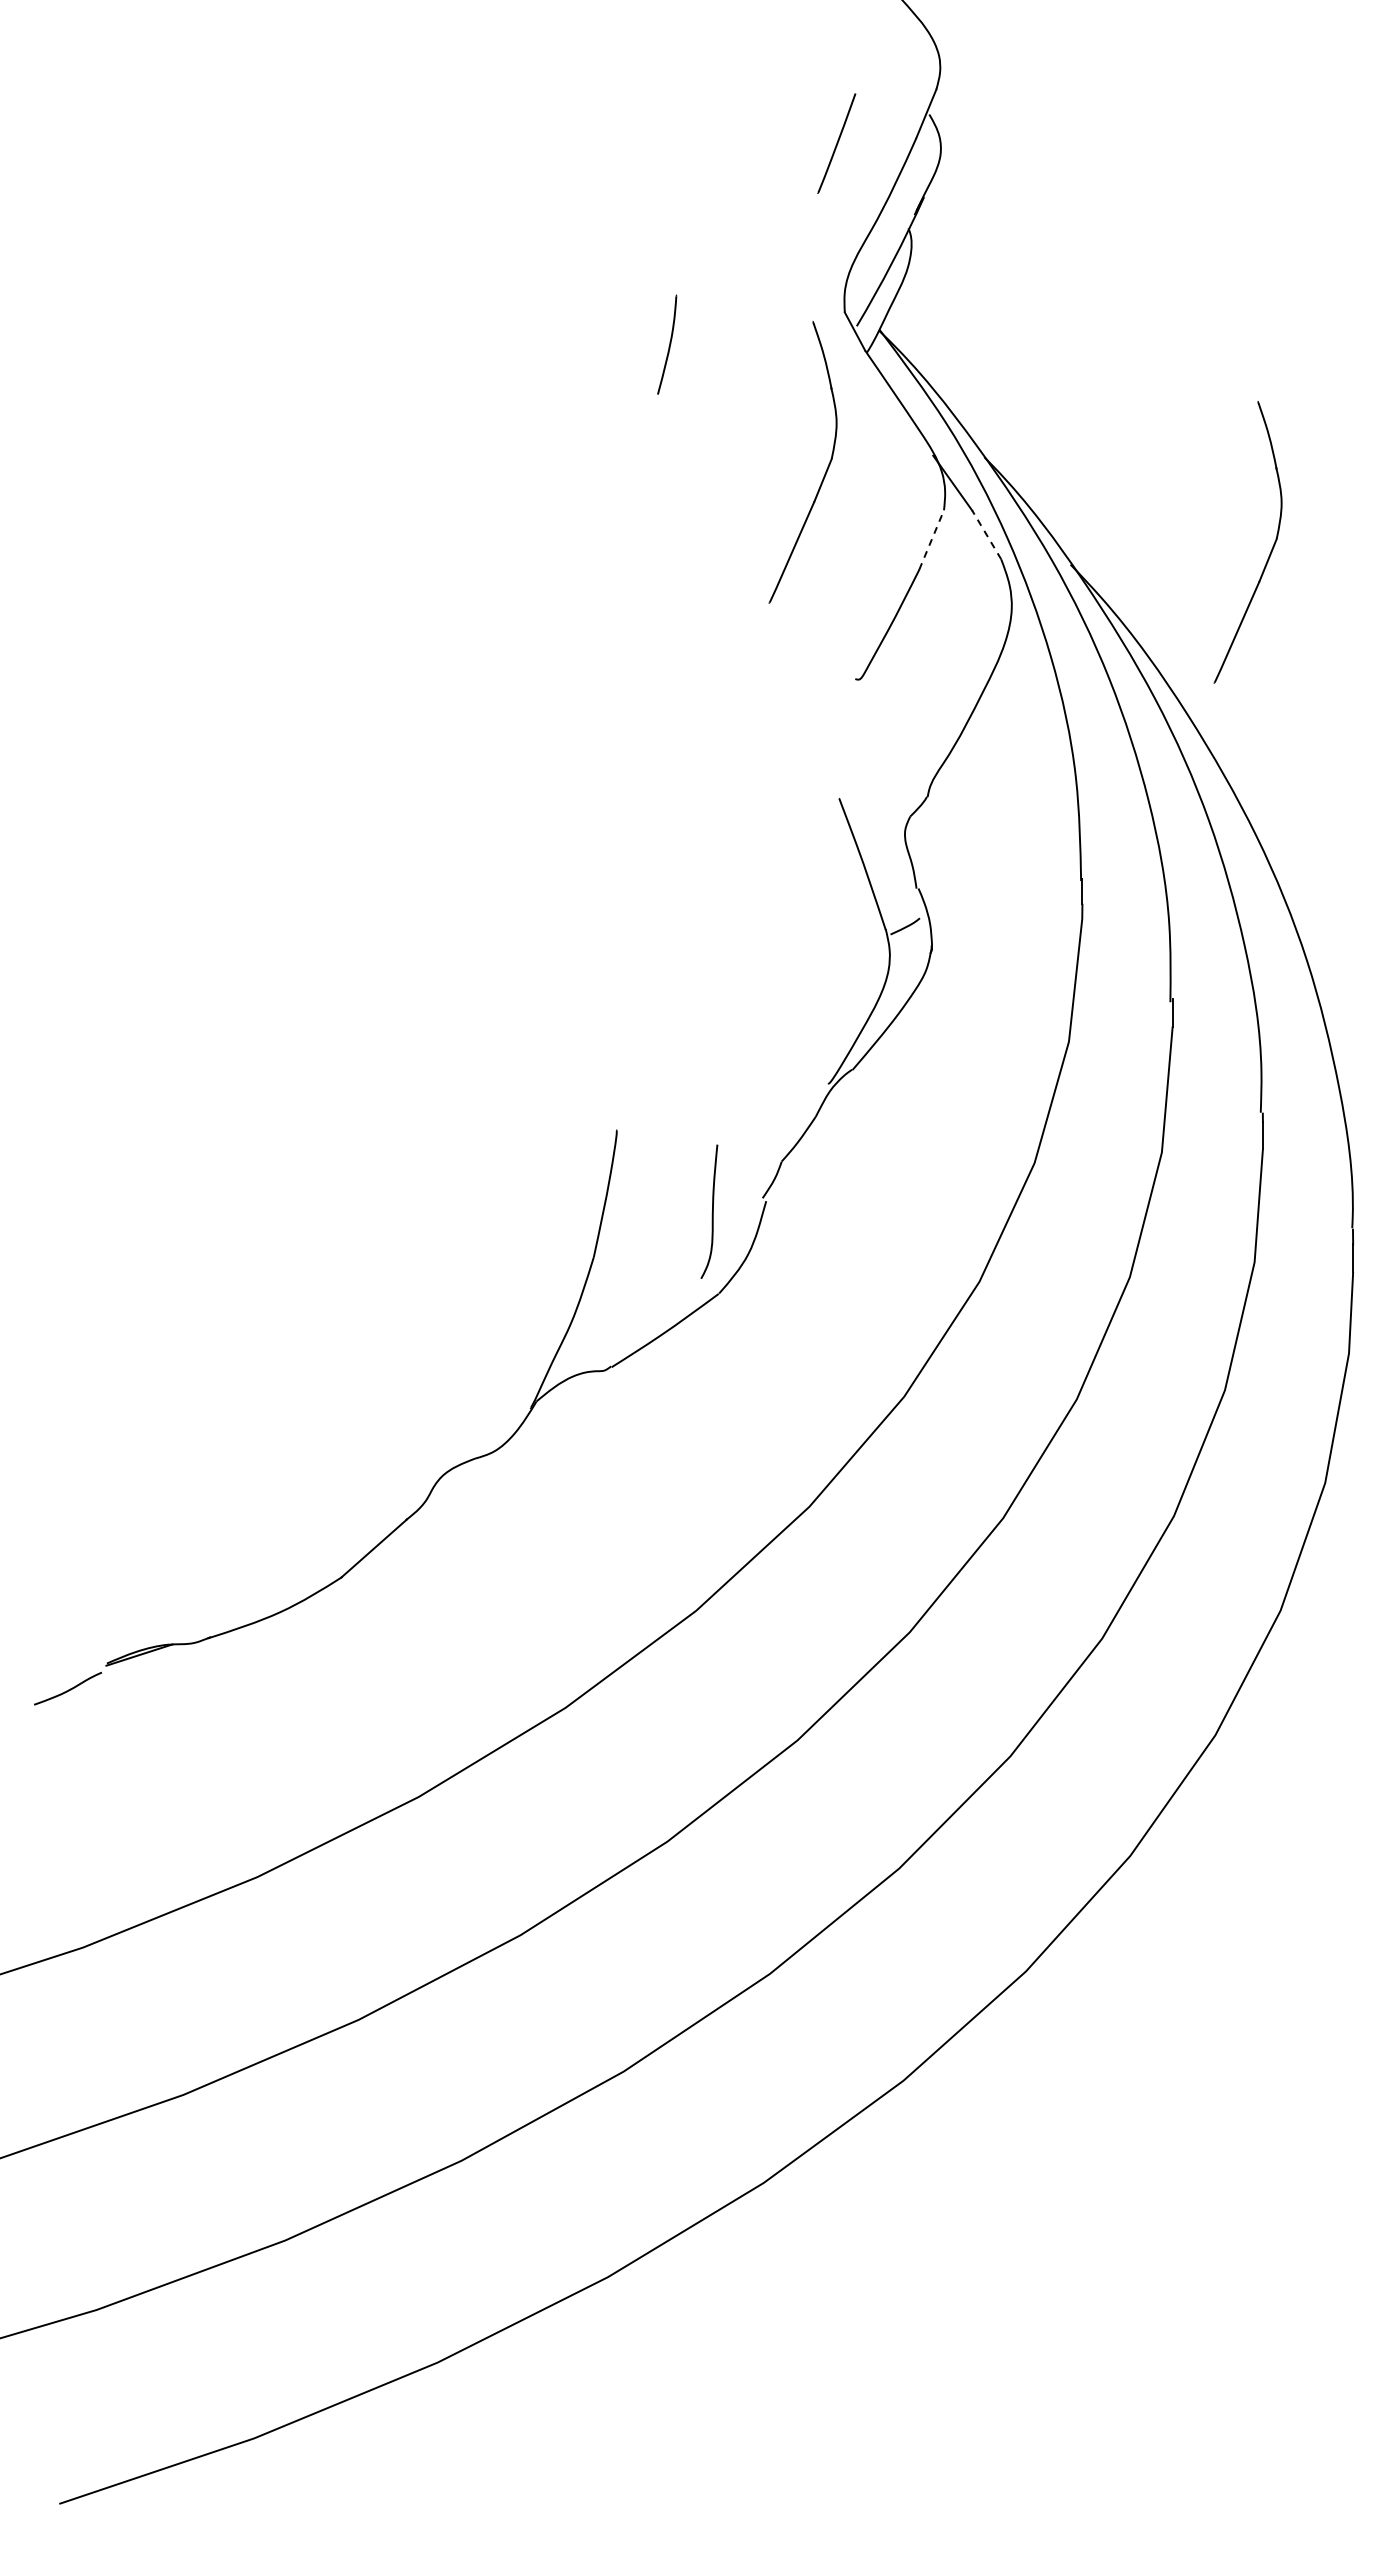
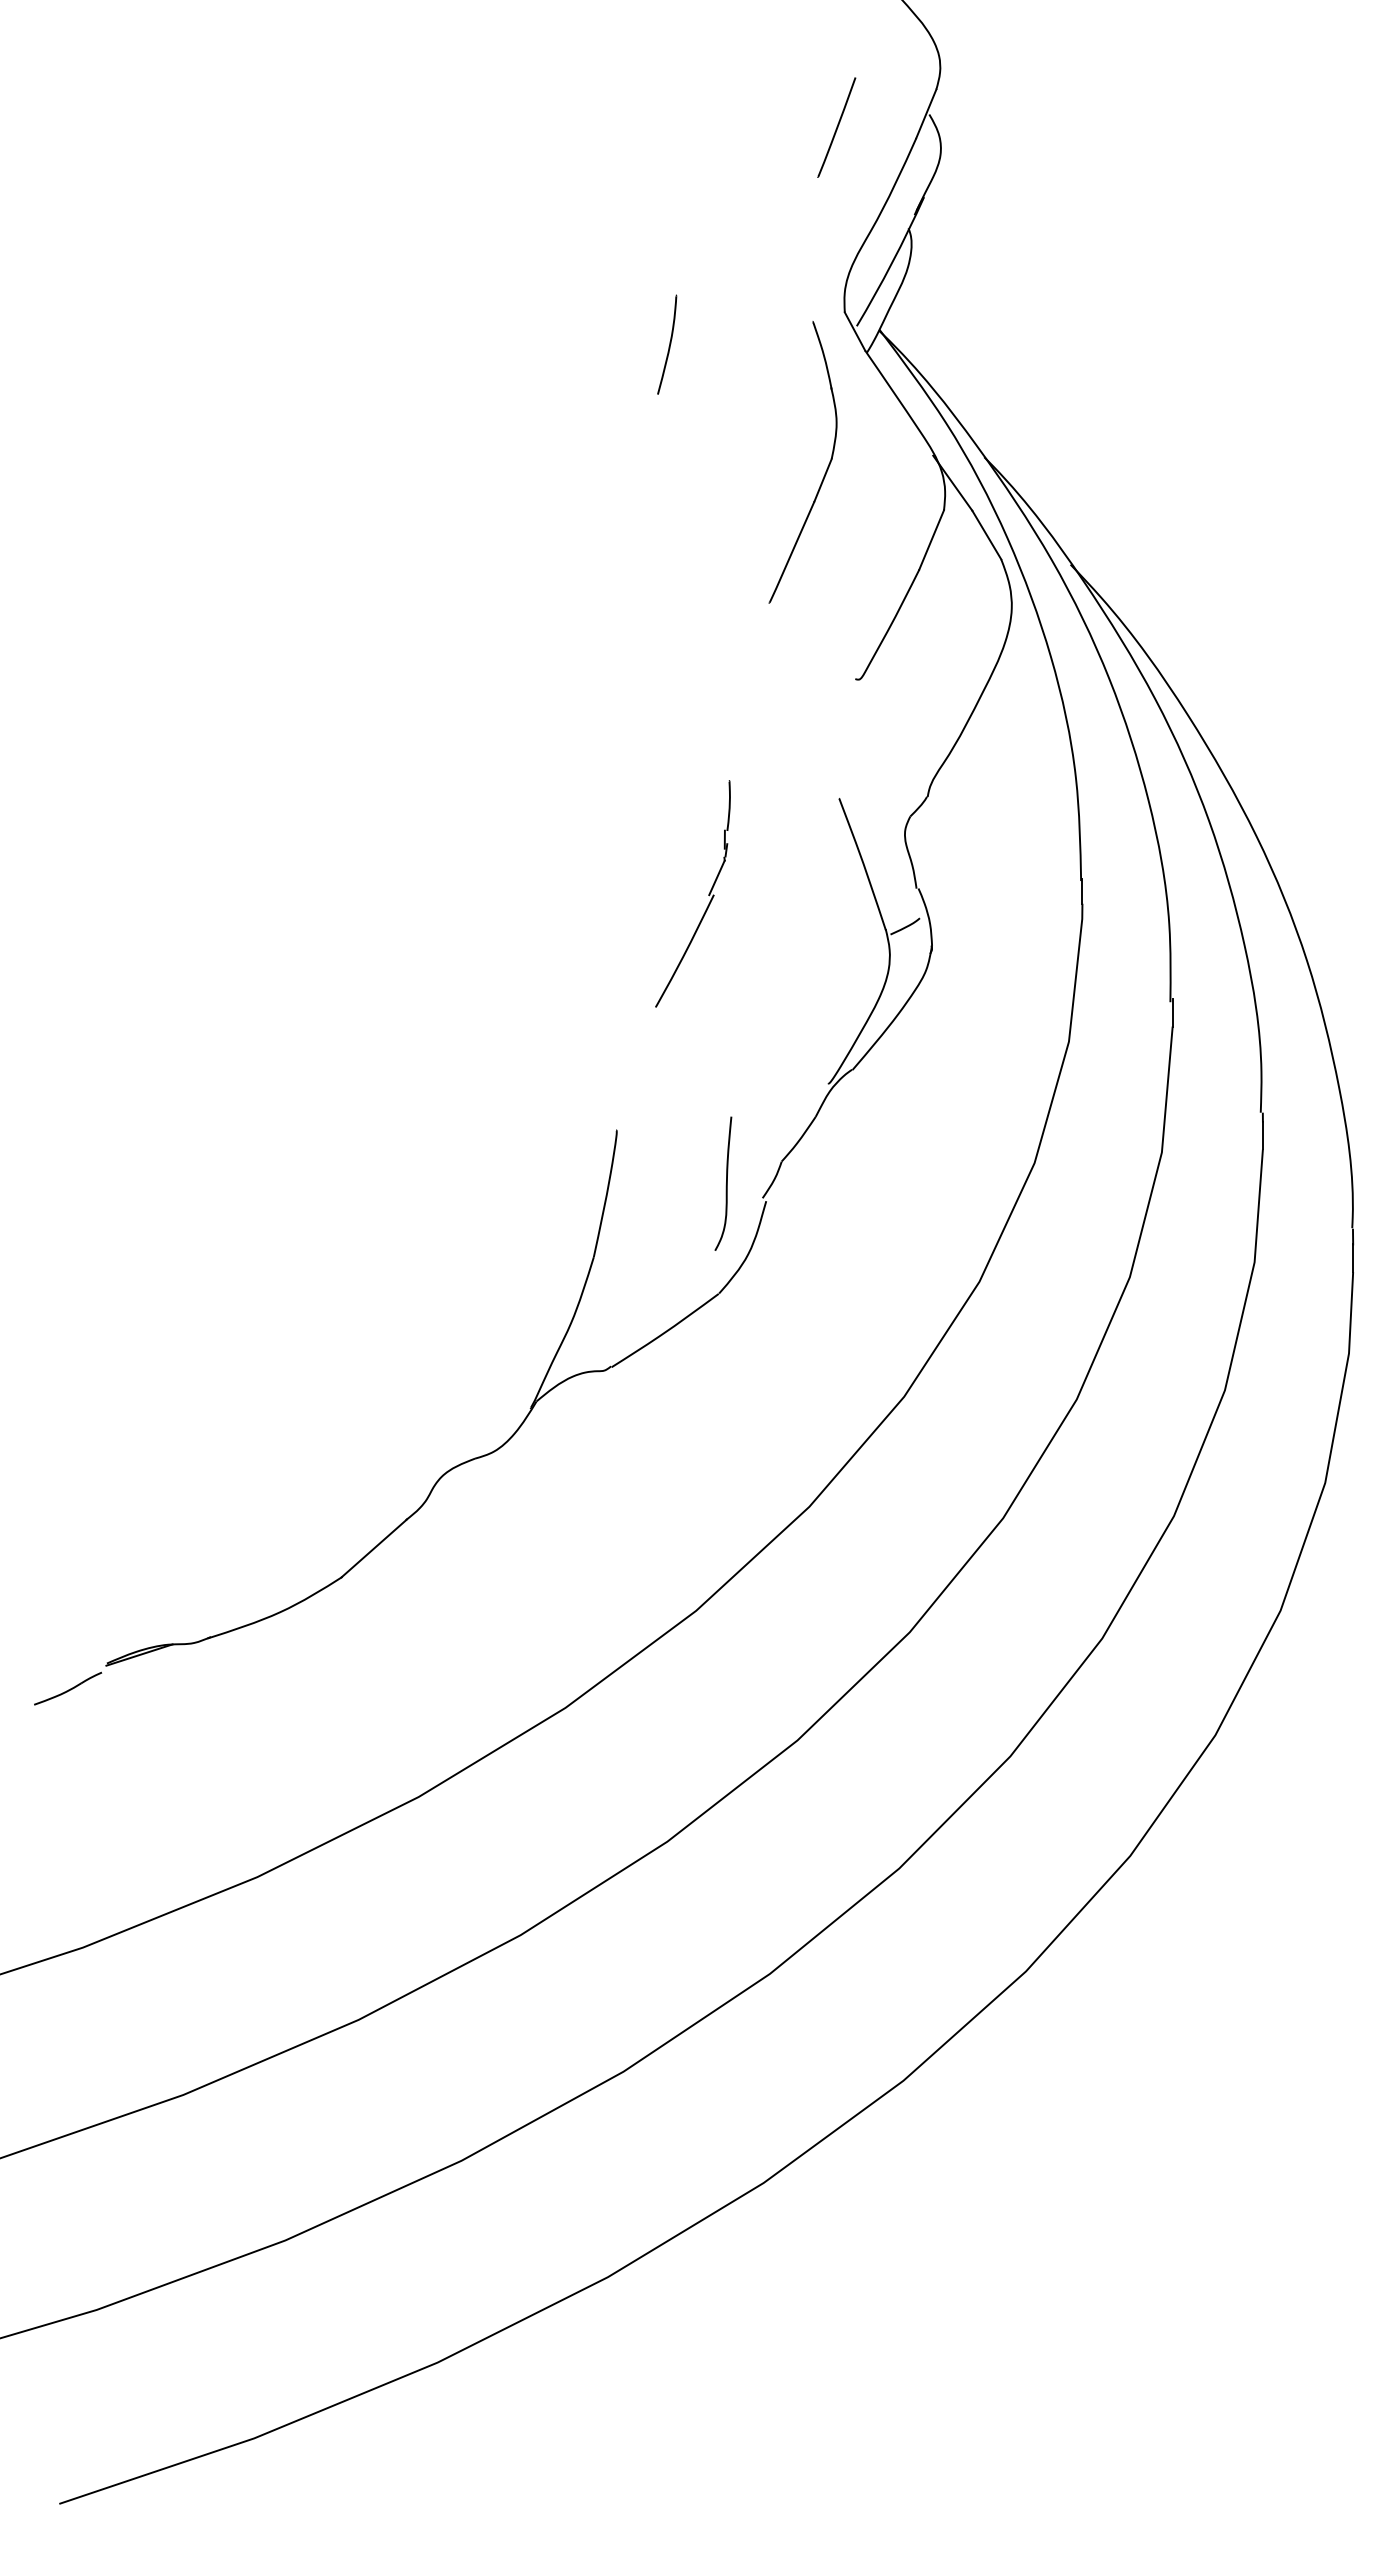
line at (836, 143) position: (836, 143) -> (836, 127)
line at (986, 534): dashed -> solid
line at (931, 539): dashed -> solid
part at (1269, 553): present -> none
part at (708, 894): none -> present
curve at (711, 1213) position: (711, 1213) -> (725, 1185)
